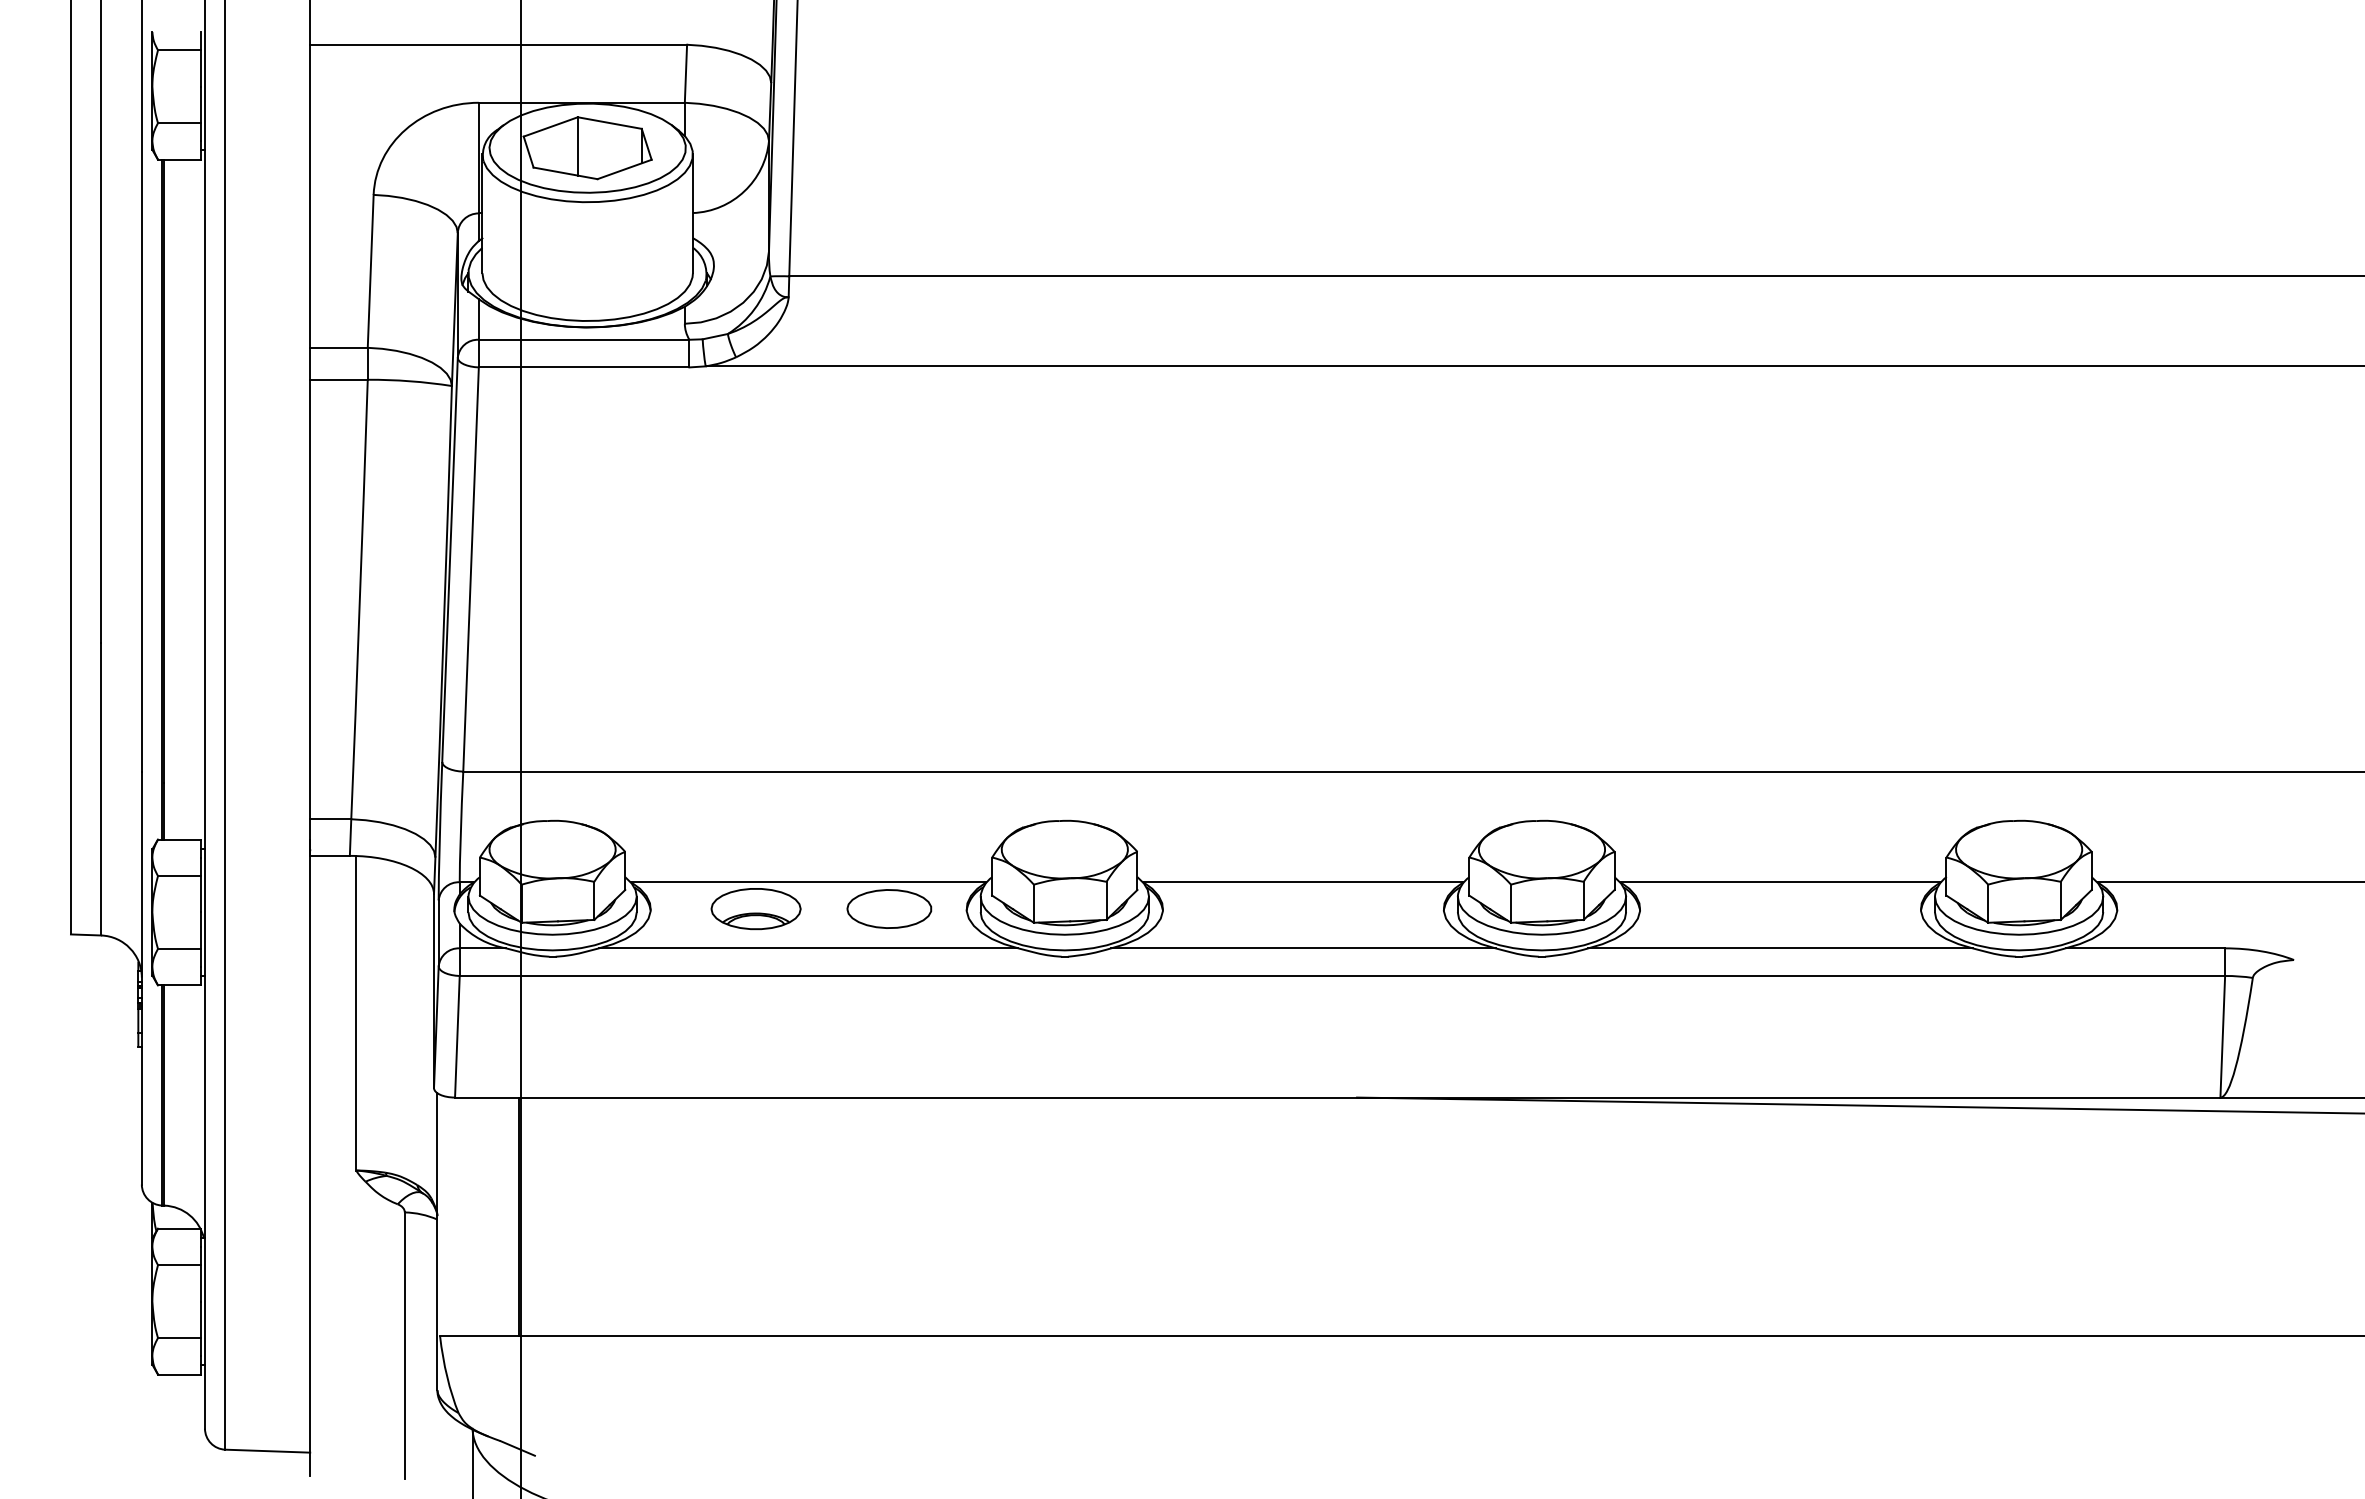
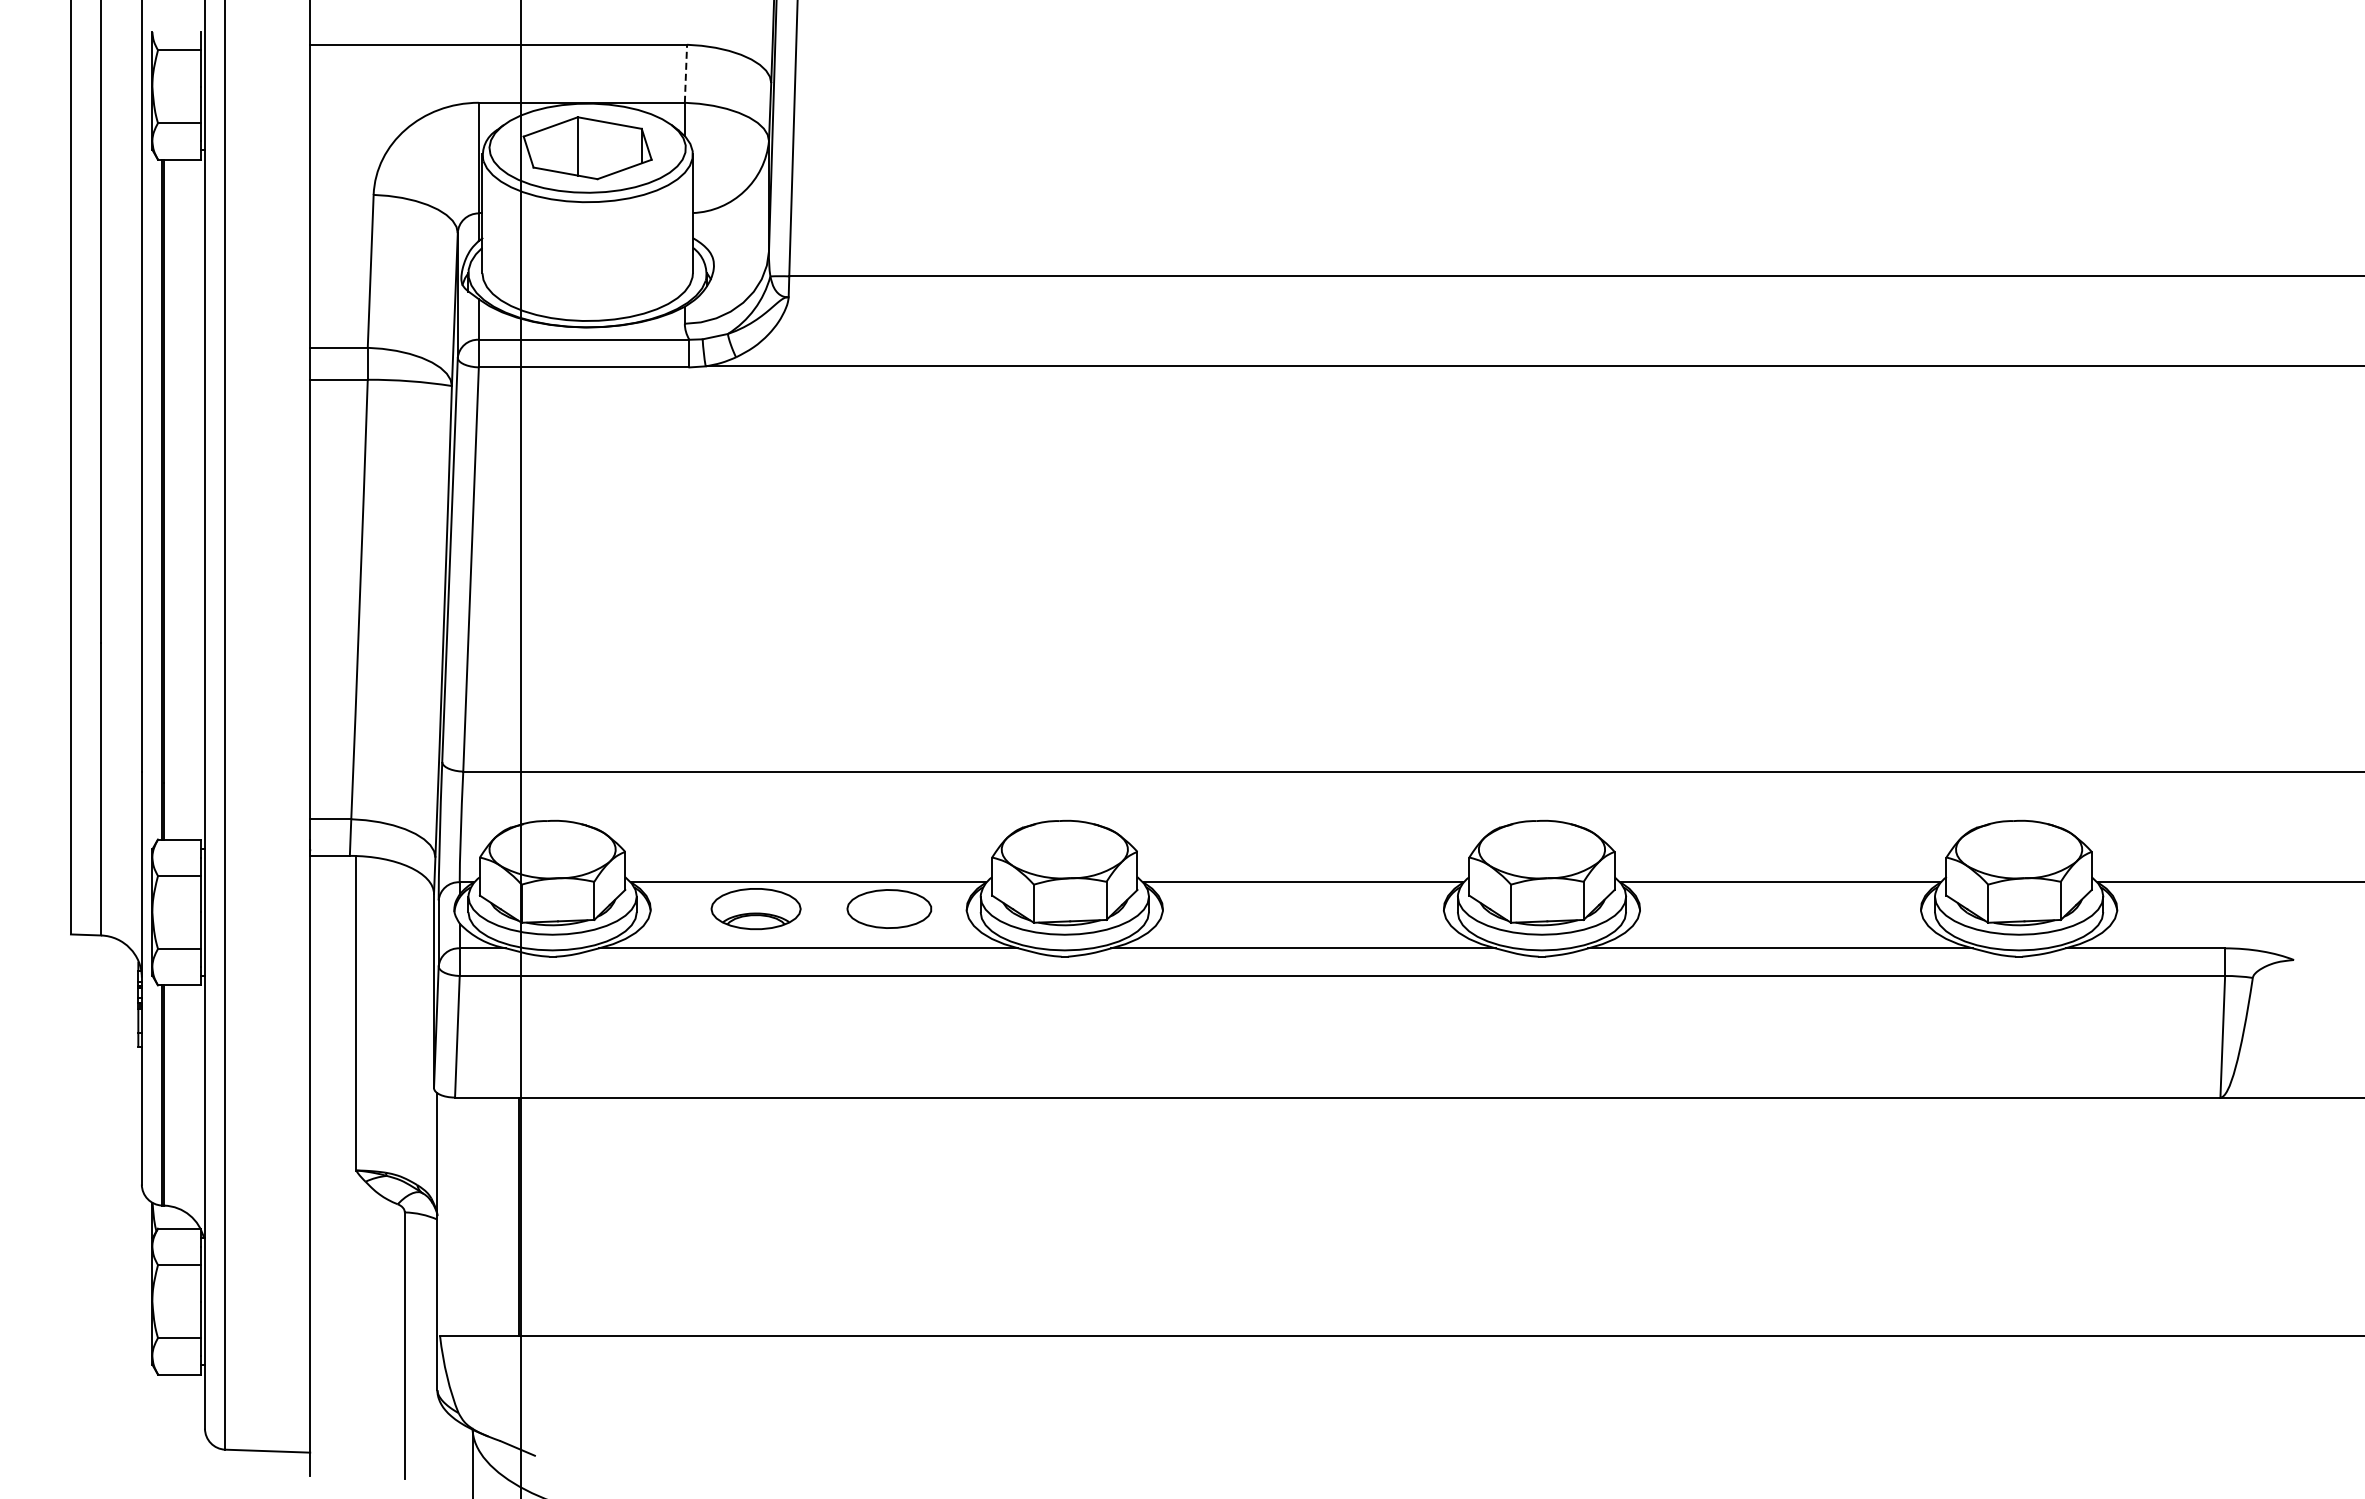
line at (685, 73): solid -> dashed
line at (1859, 1105): present -> none
